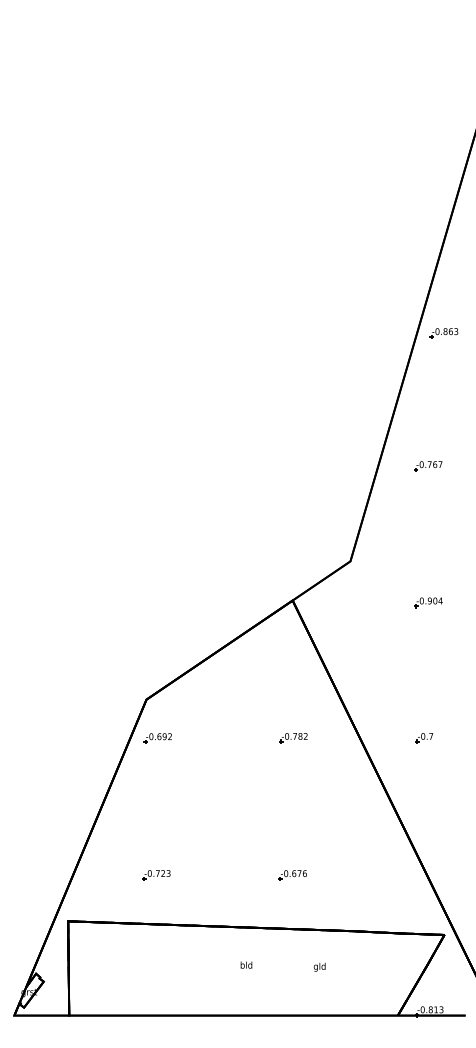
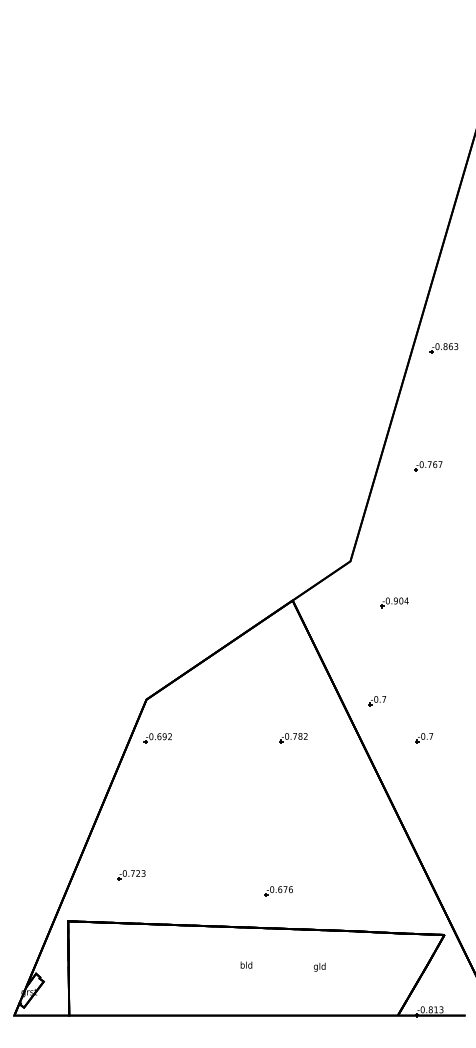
part at (443, 333) position: (443, 333) -> (443, 348)
part at (428, 602) position: (428, 602) -> (394, 602)
part at (377, 701): none -> present
part at (156, 875) position: (156, 875) -> (131, 875)
part at (292, 875) position: (292, 875) -> (278, 891)
